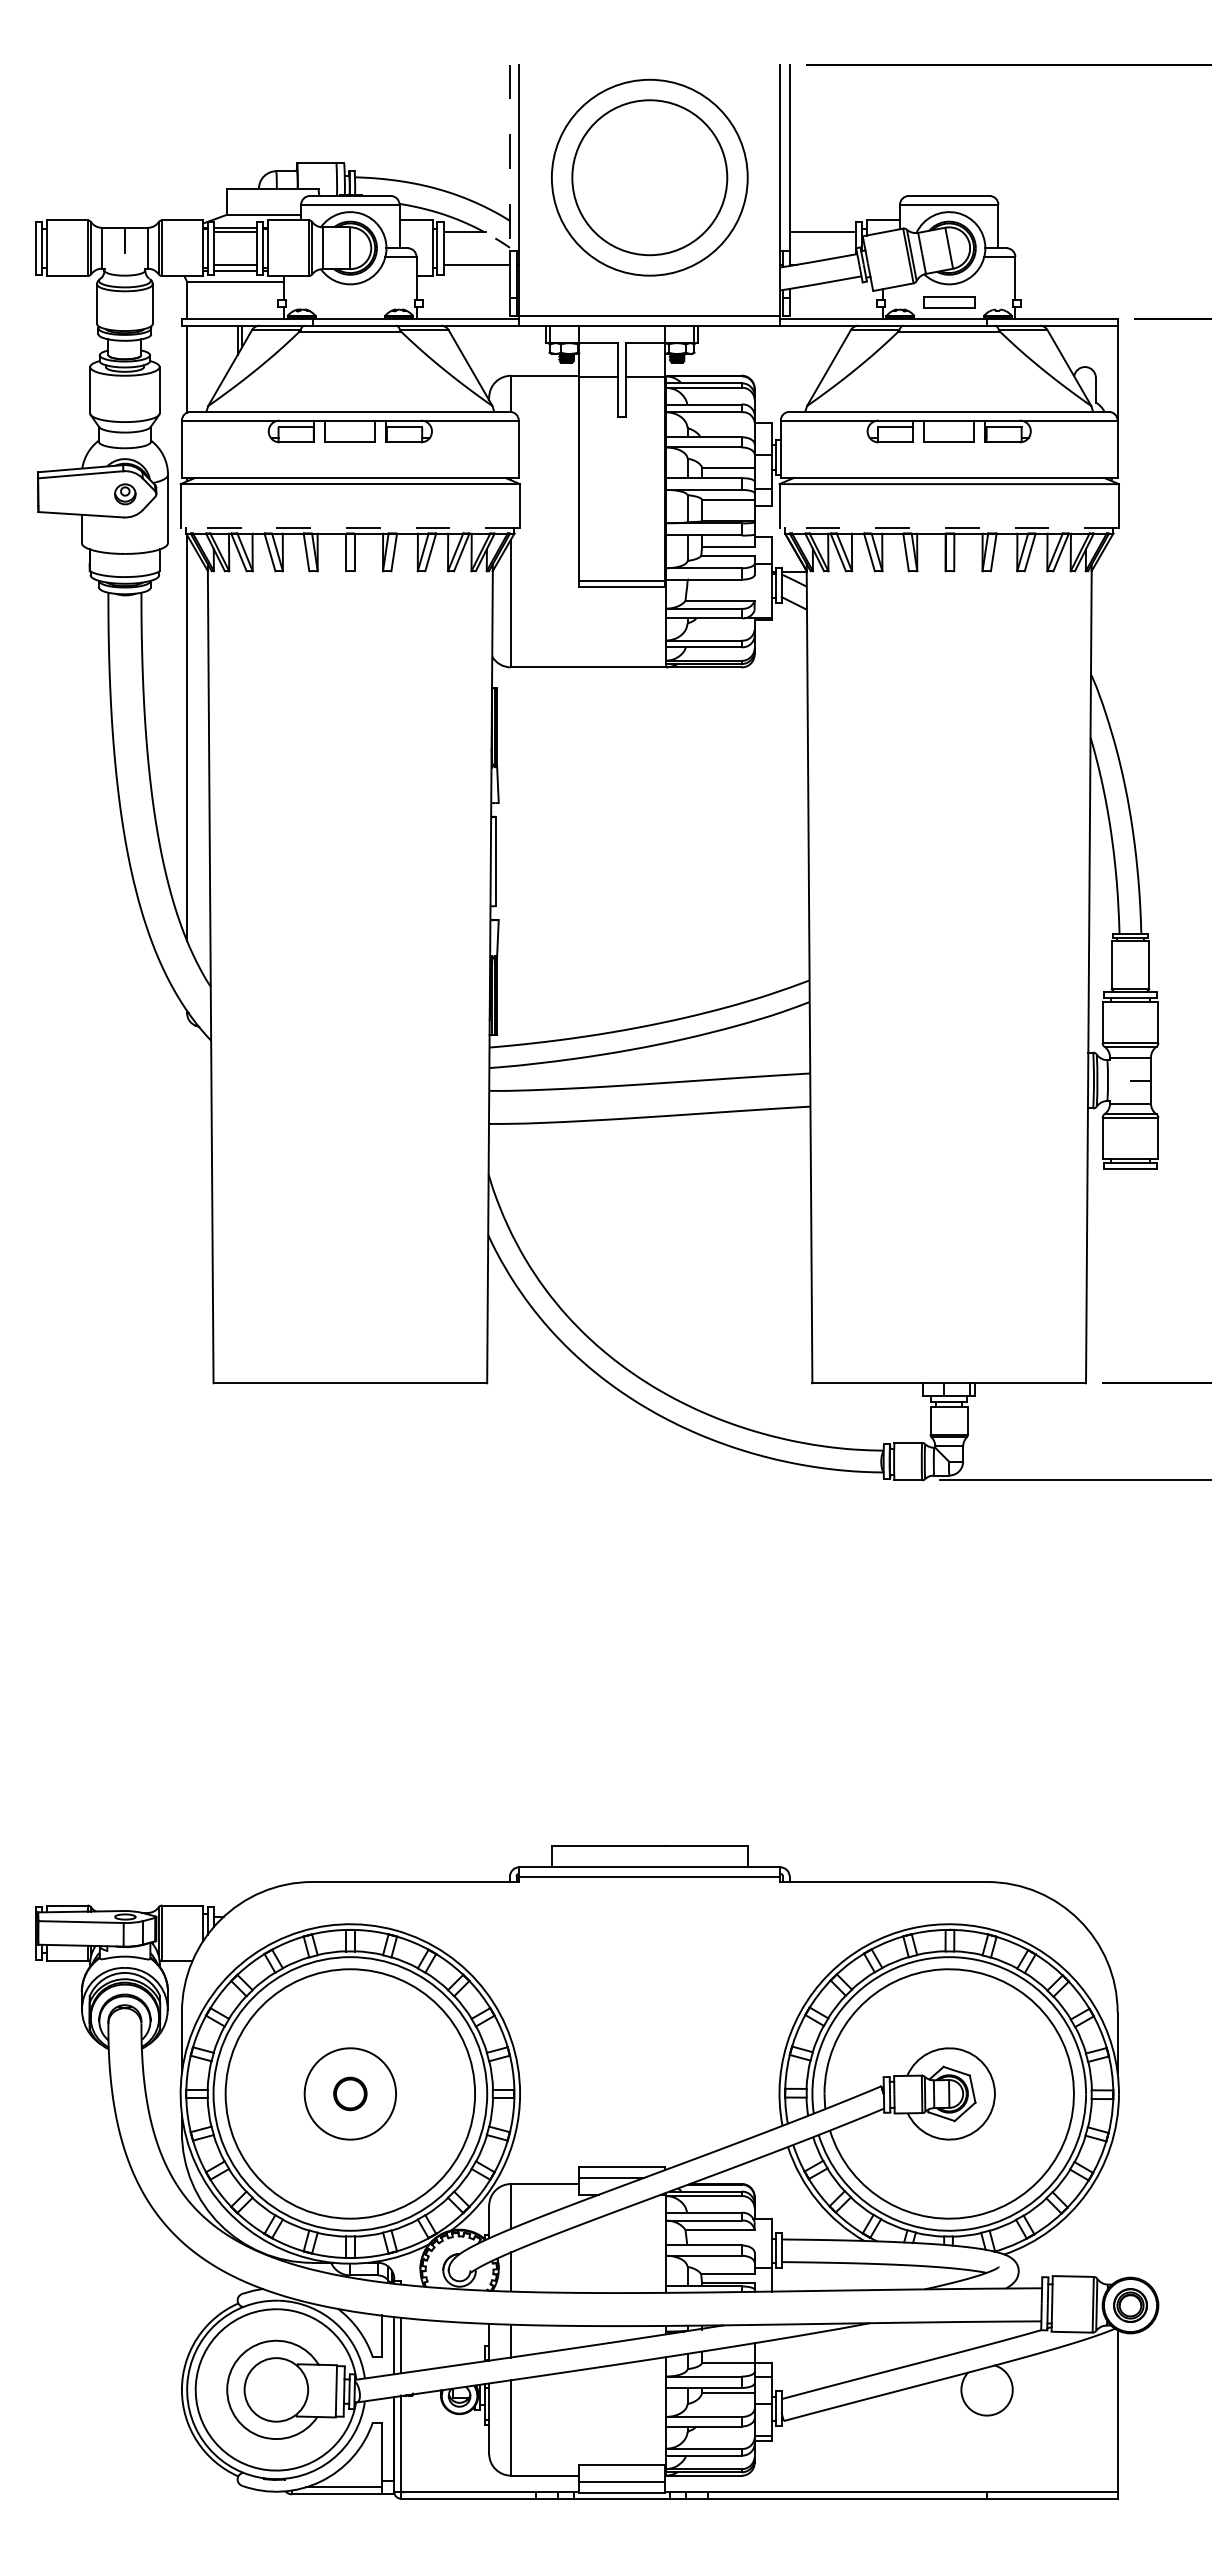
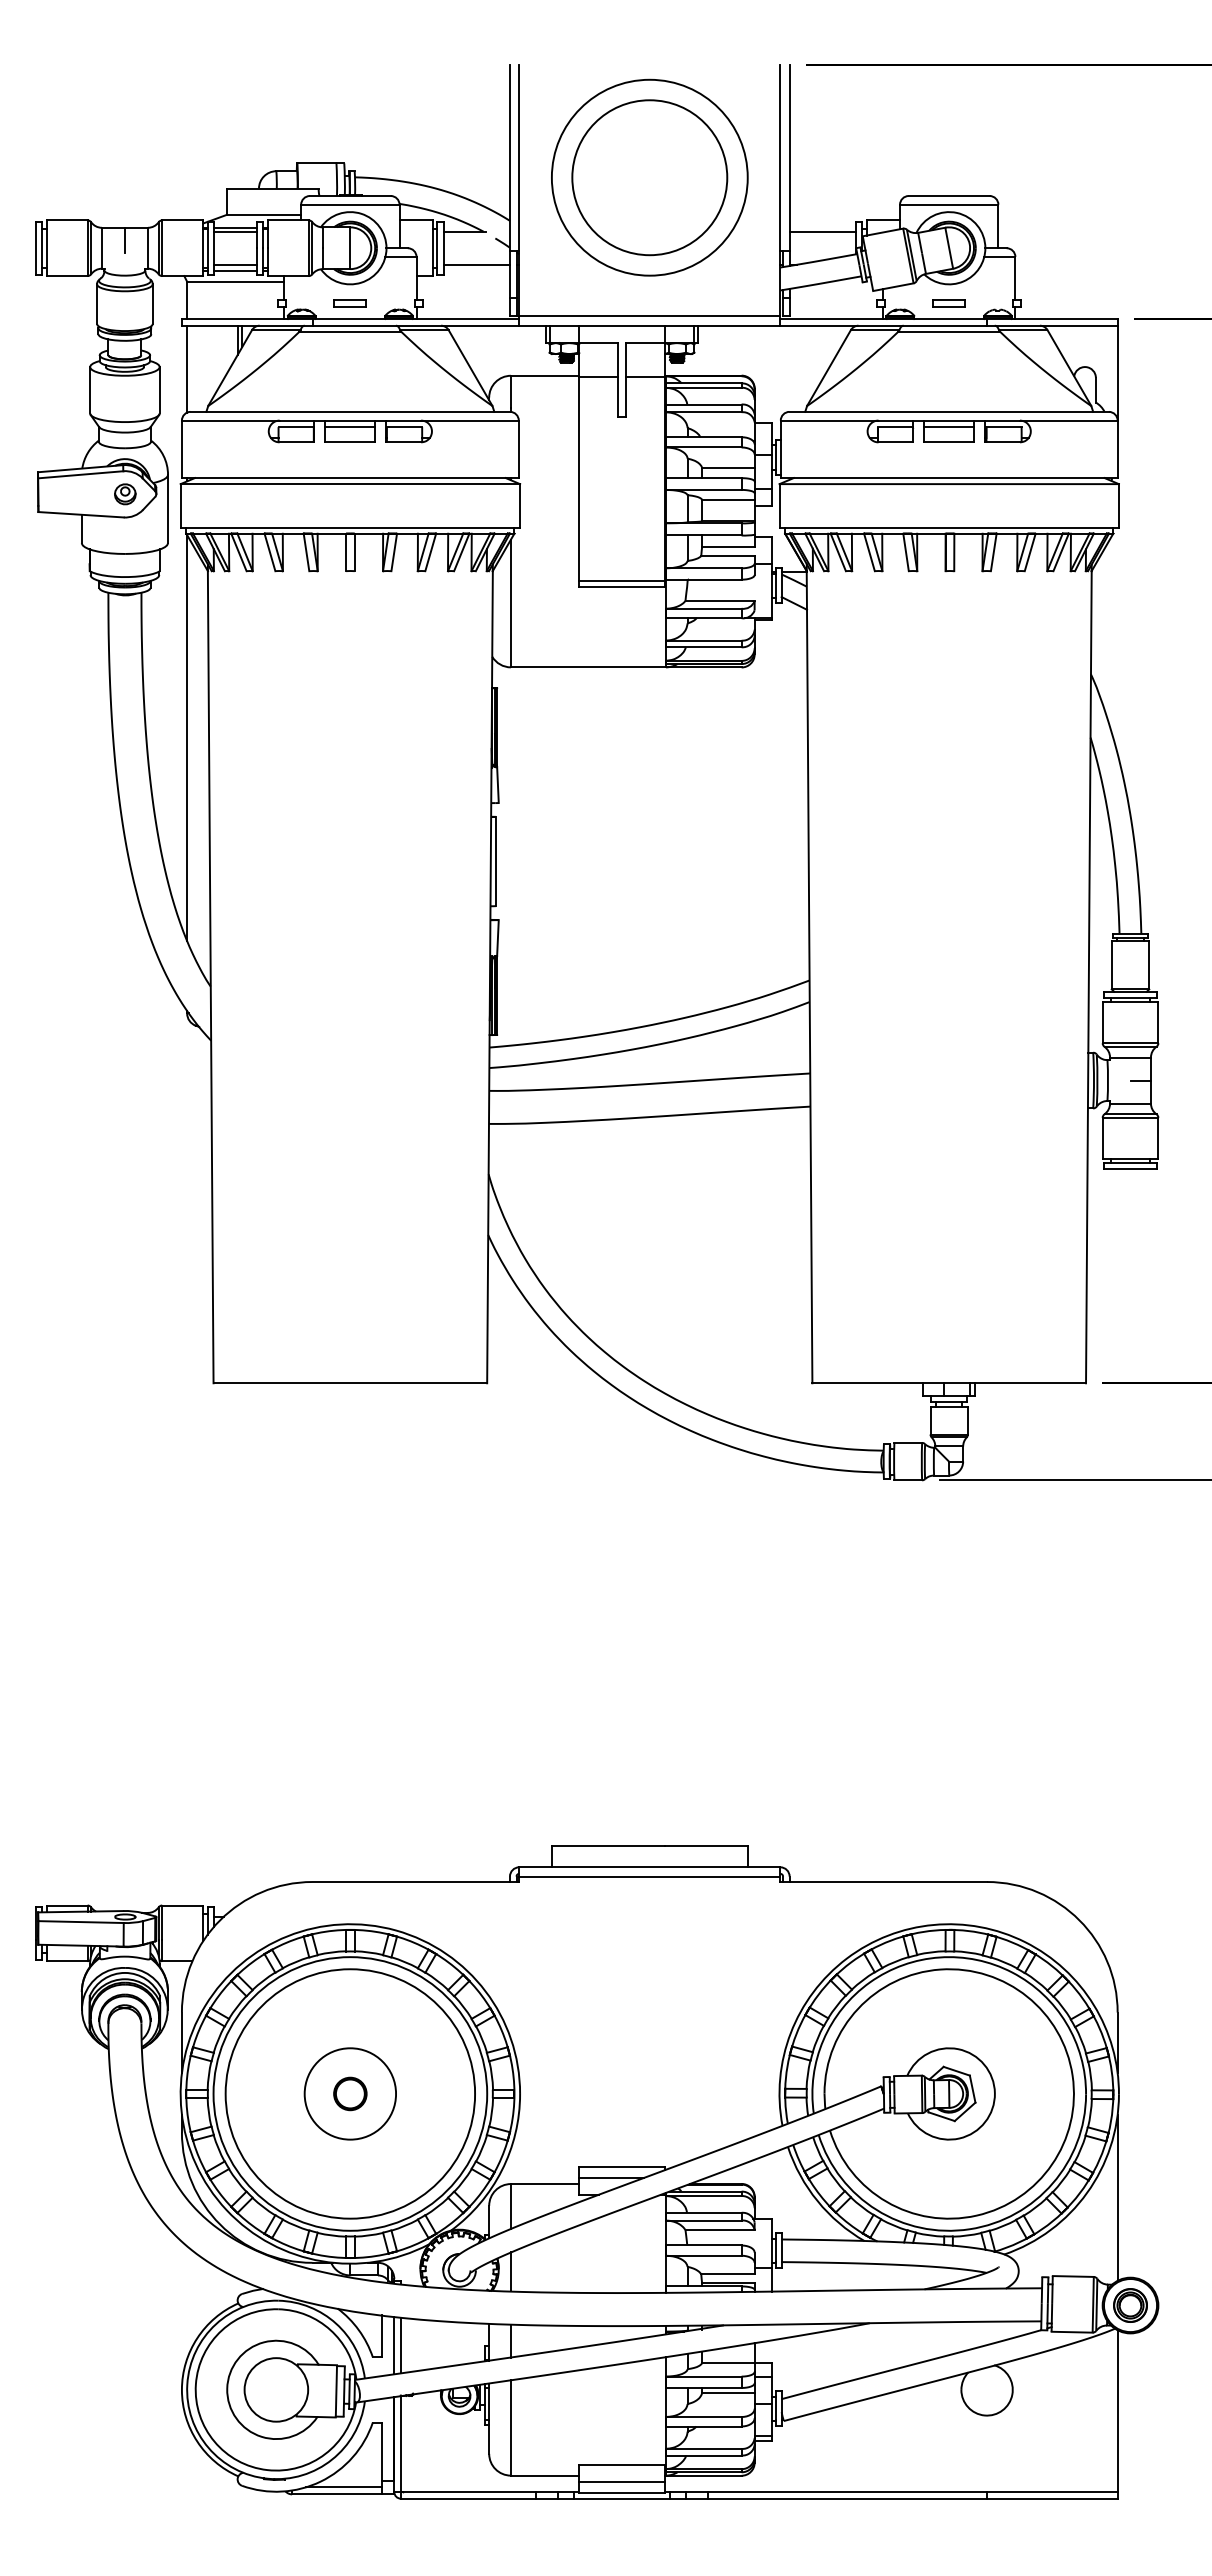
line at (509, 158): dashed -> solid
part at (949, 302) size: 53x13 px -> 34x9 px
part at (349, 303): none -> present
line at (350, 427): none -> present
line at (949, 427): none -> present
line at (350, 527): dashed -> solid
line at (949, 527): dashed -> solid
line at (1117, 2197): none -> present
